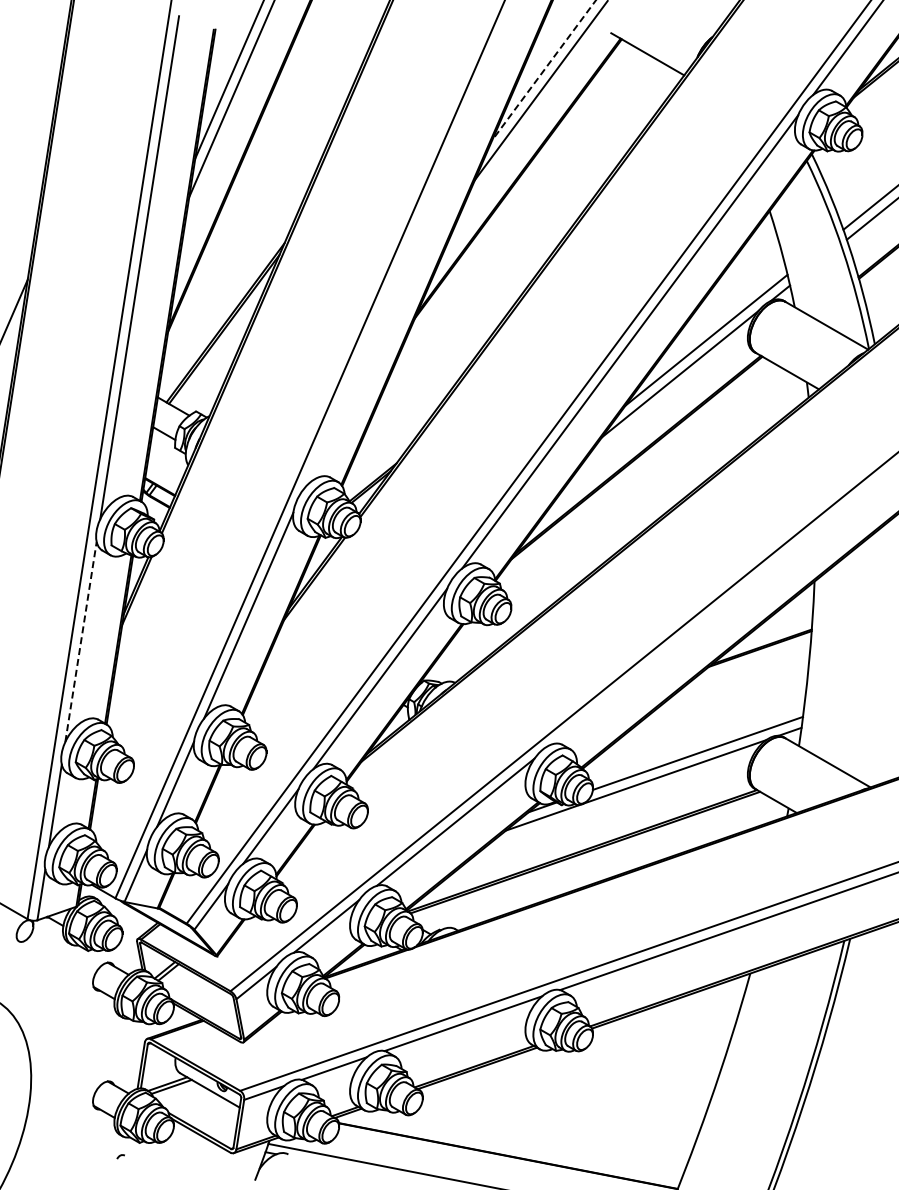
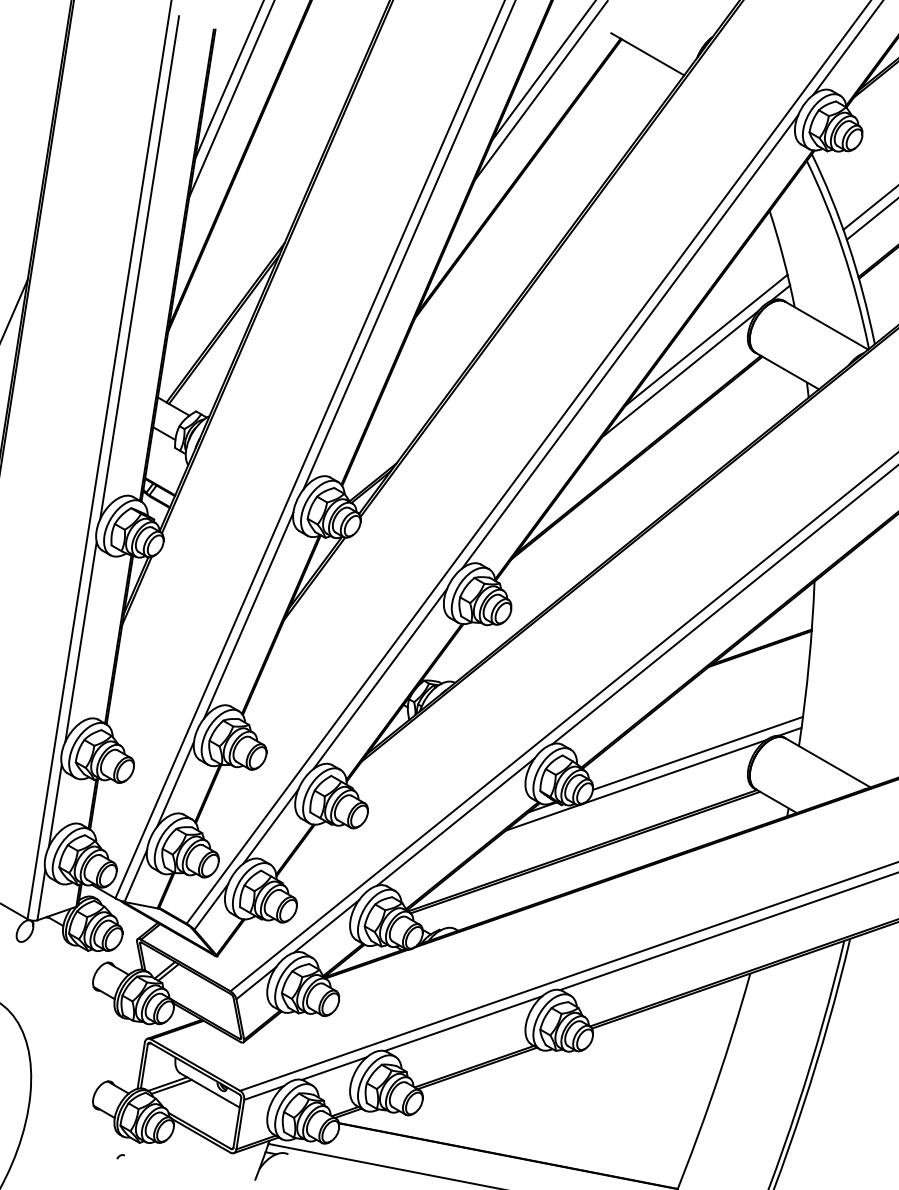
line at (543, 70): dashed -> solid
line at (408, 245): none -> present
line at (723, 605): none -> present
line at (81, 641): dashed -> solid
